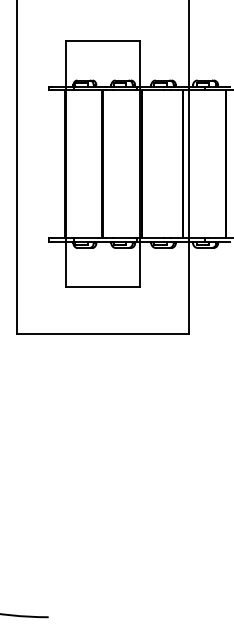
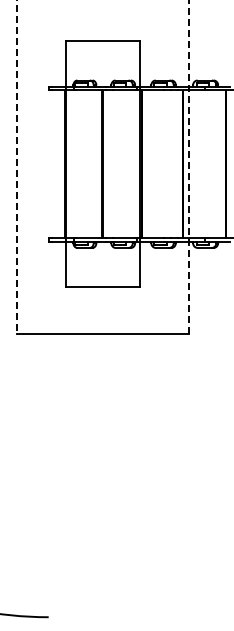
line at (16, 167): solid -> dashed
line at (189, 167): solid -> dashed
